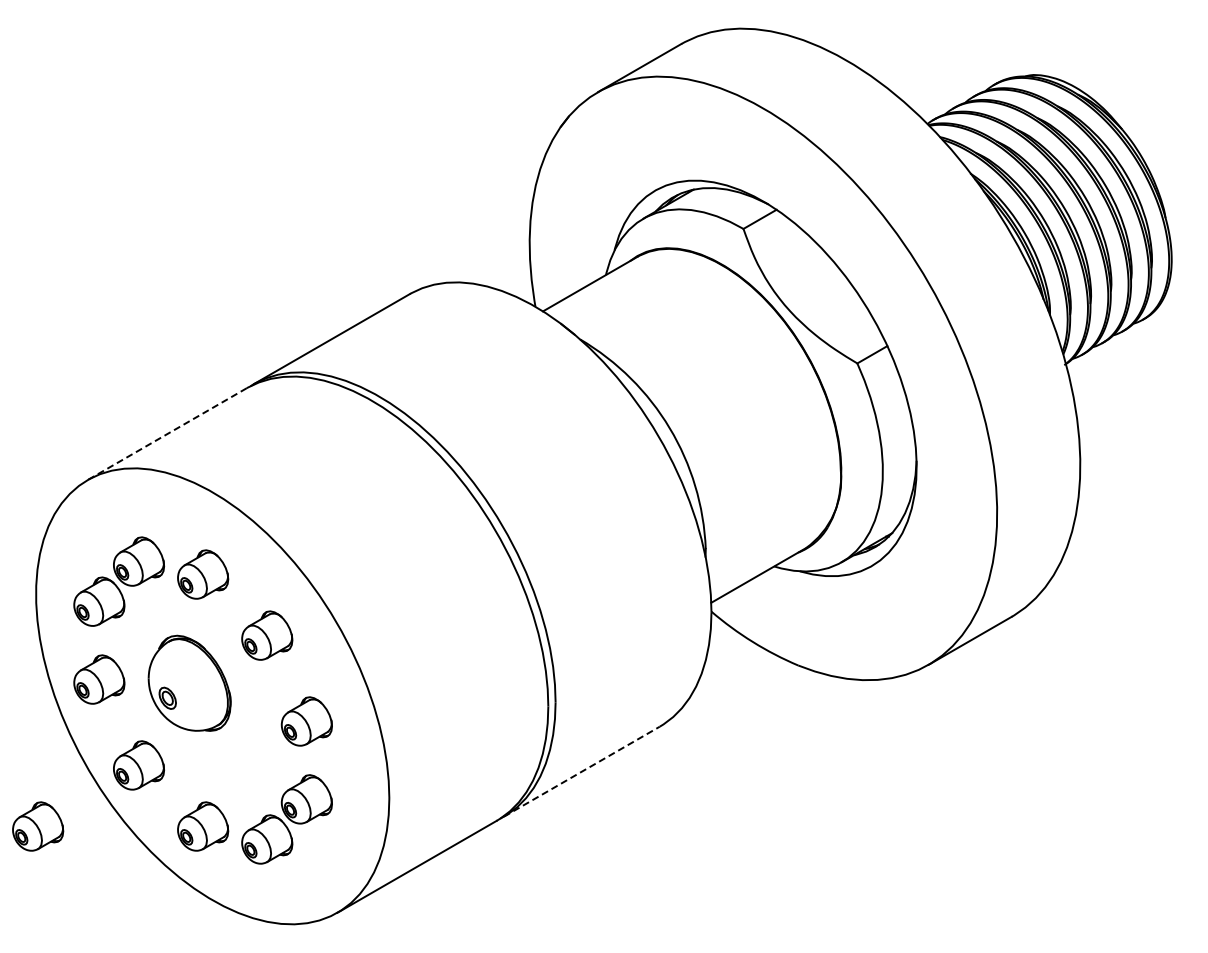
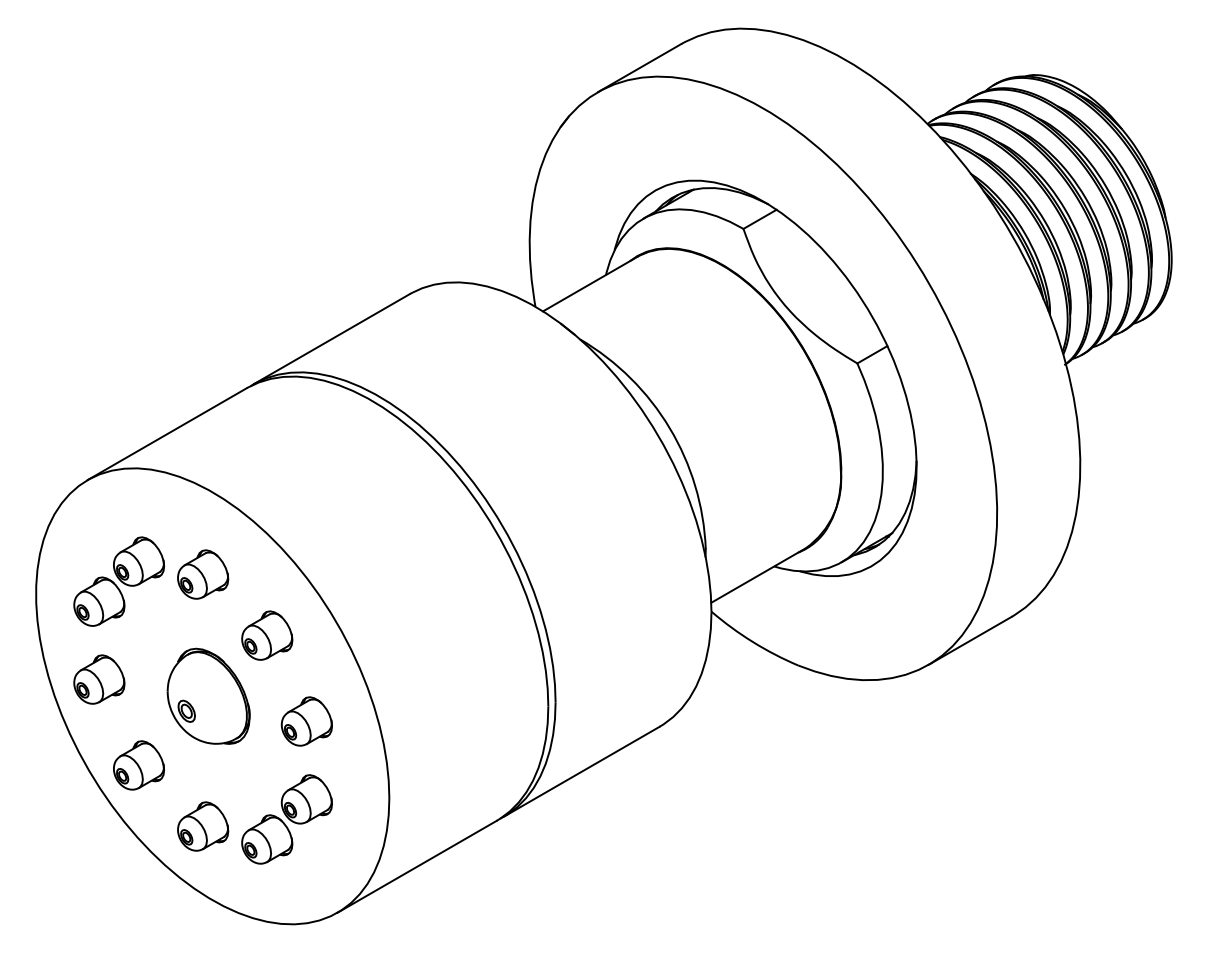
line at (167, 434): dashed -> solid
part at (189, 682) position: (189, 682) -> (208, 695)
line at (581, 771): dashed -> solid
part at (38, 826): present -> none
